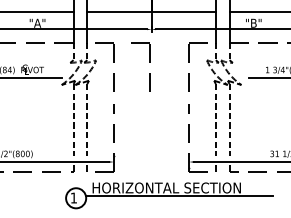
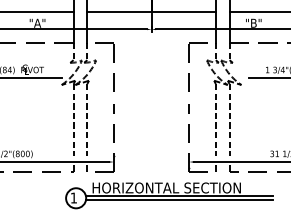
part at (149, 62): present -> none
line at (179, 200): none -> present
